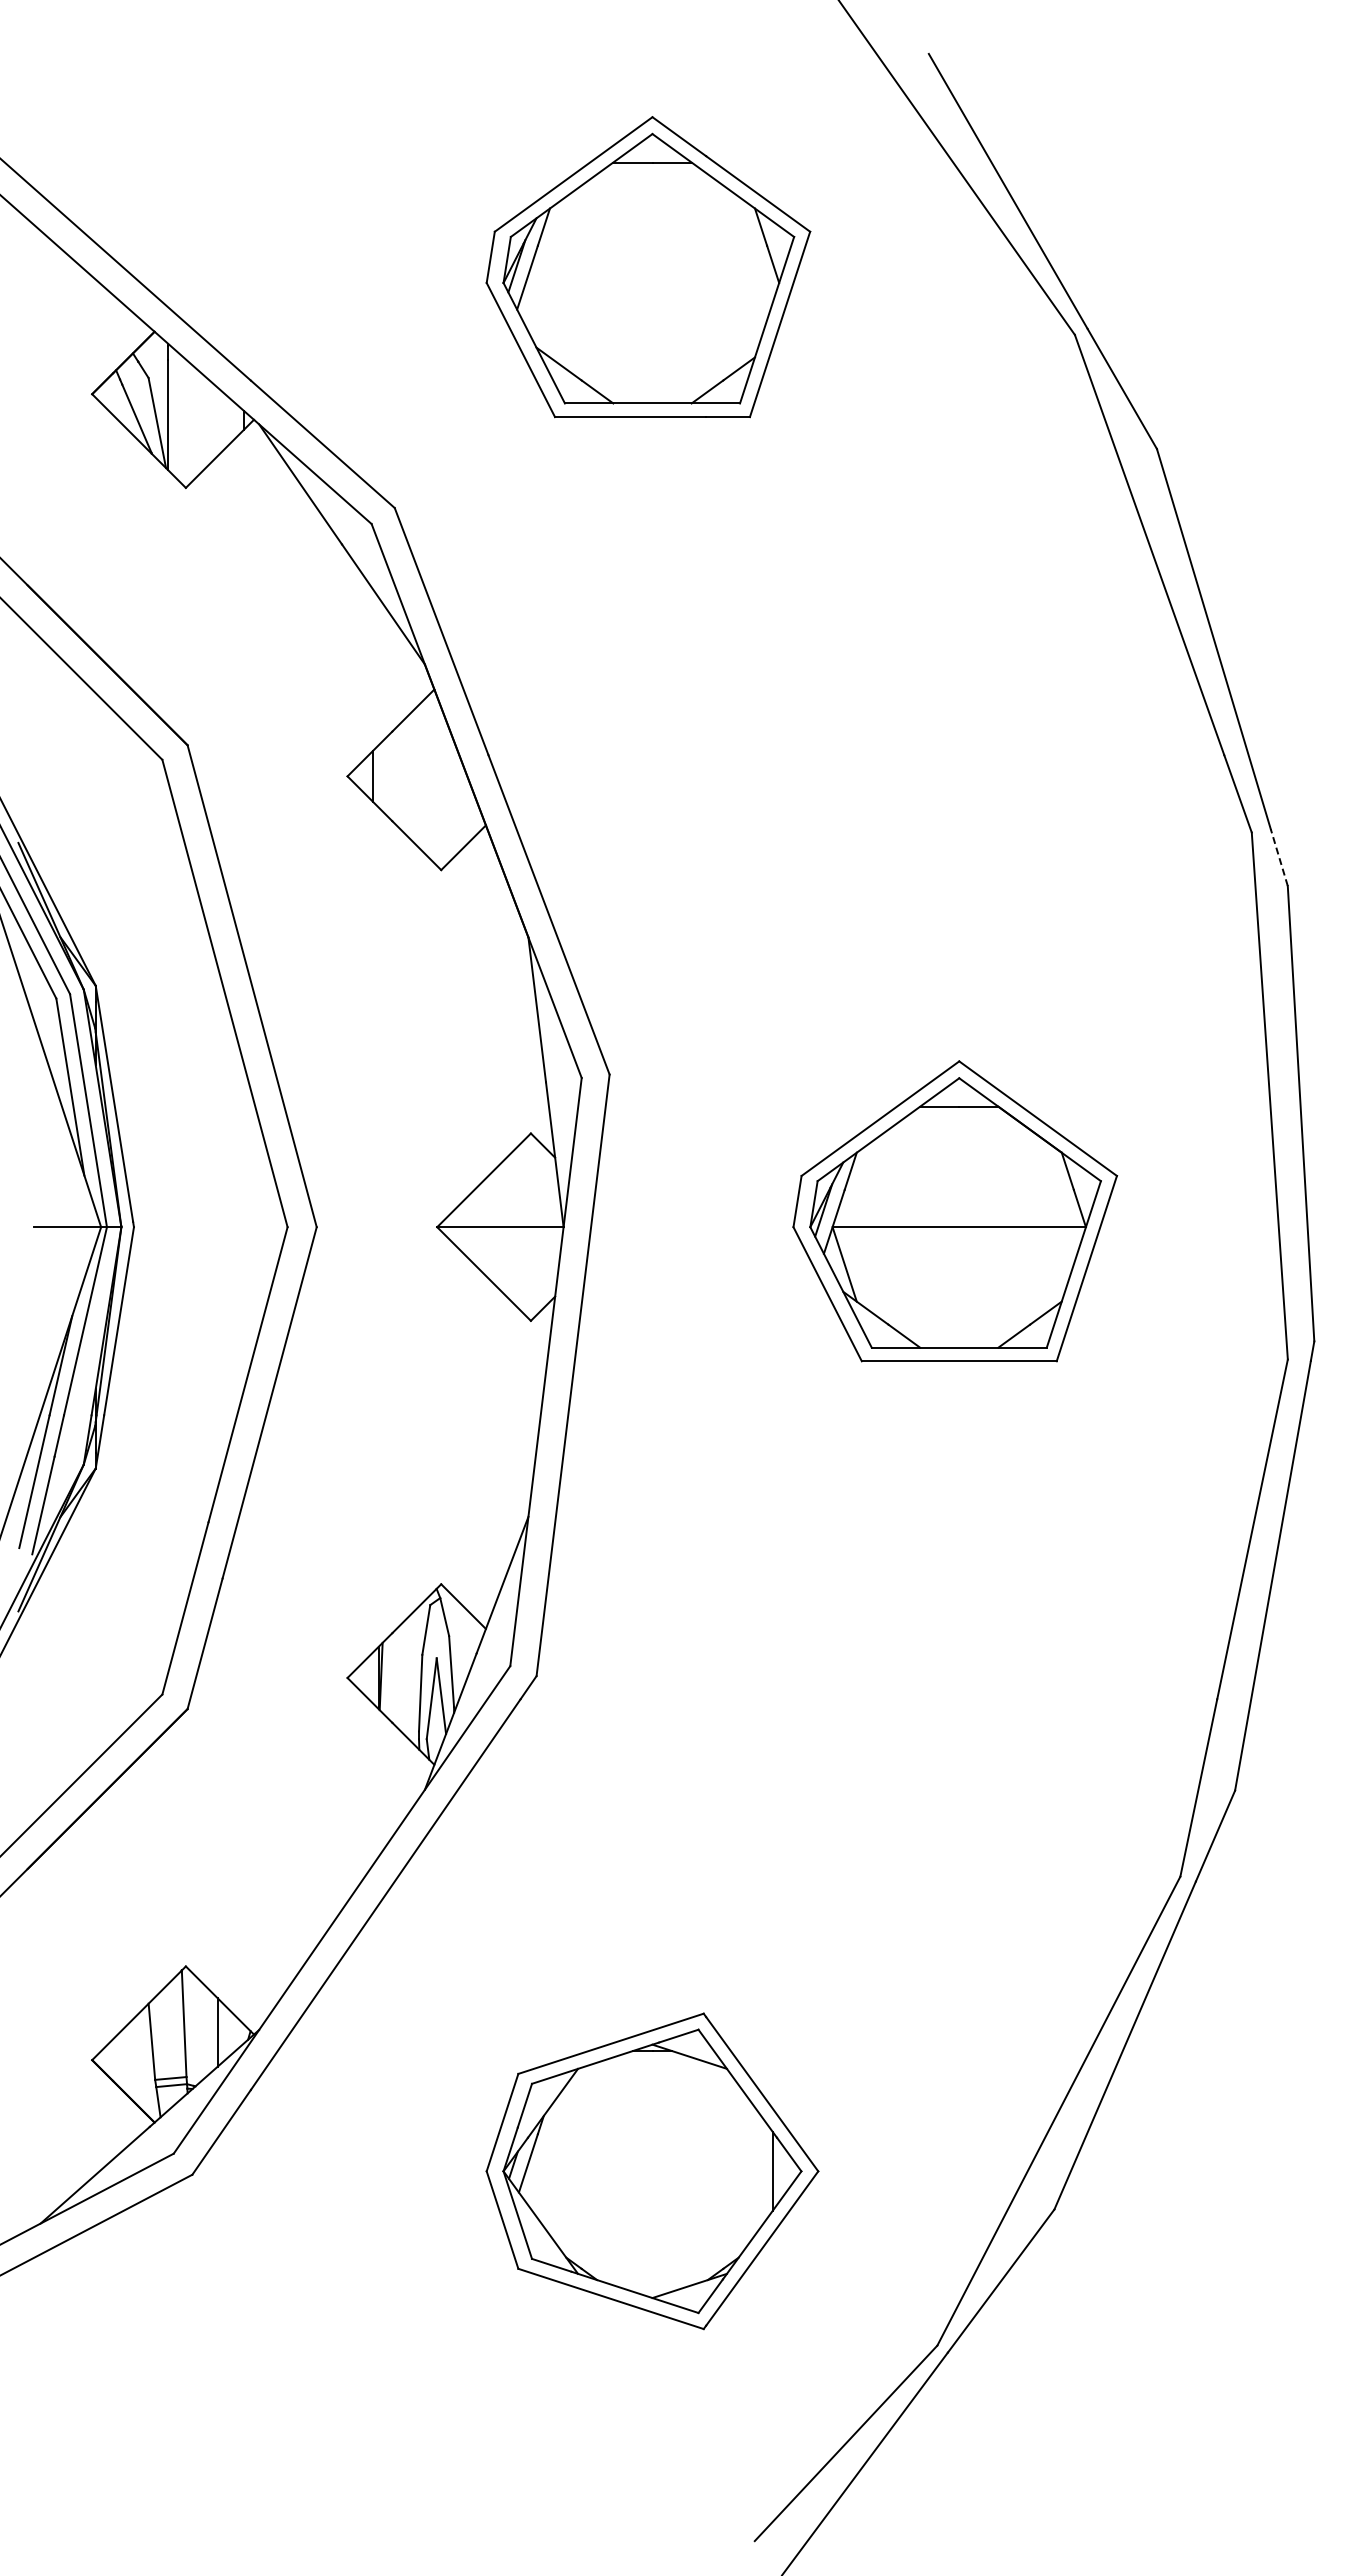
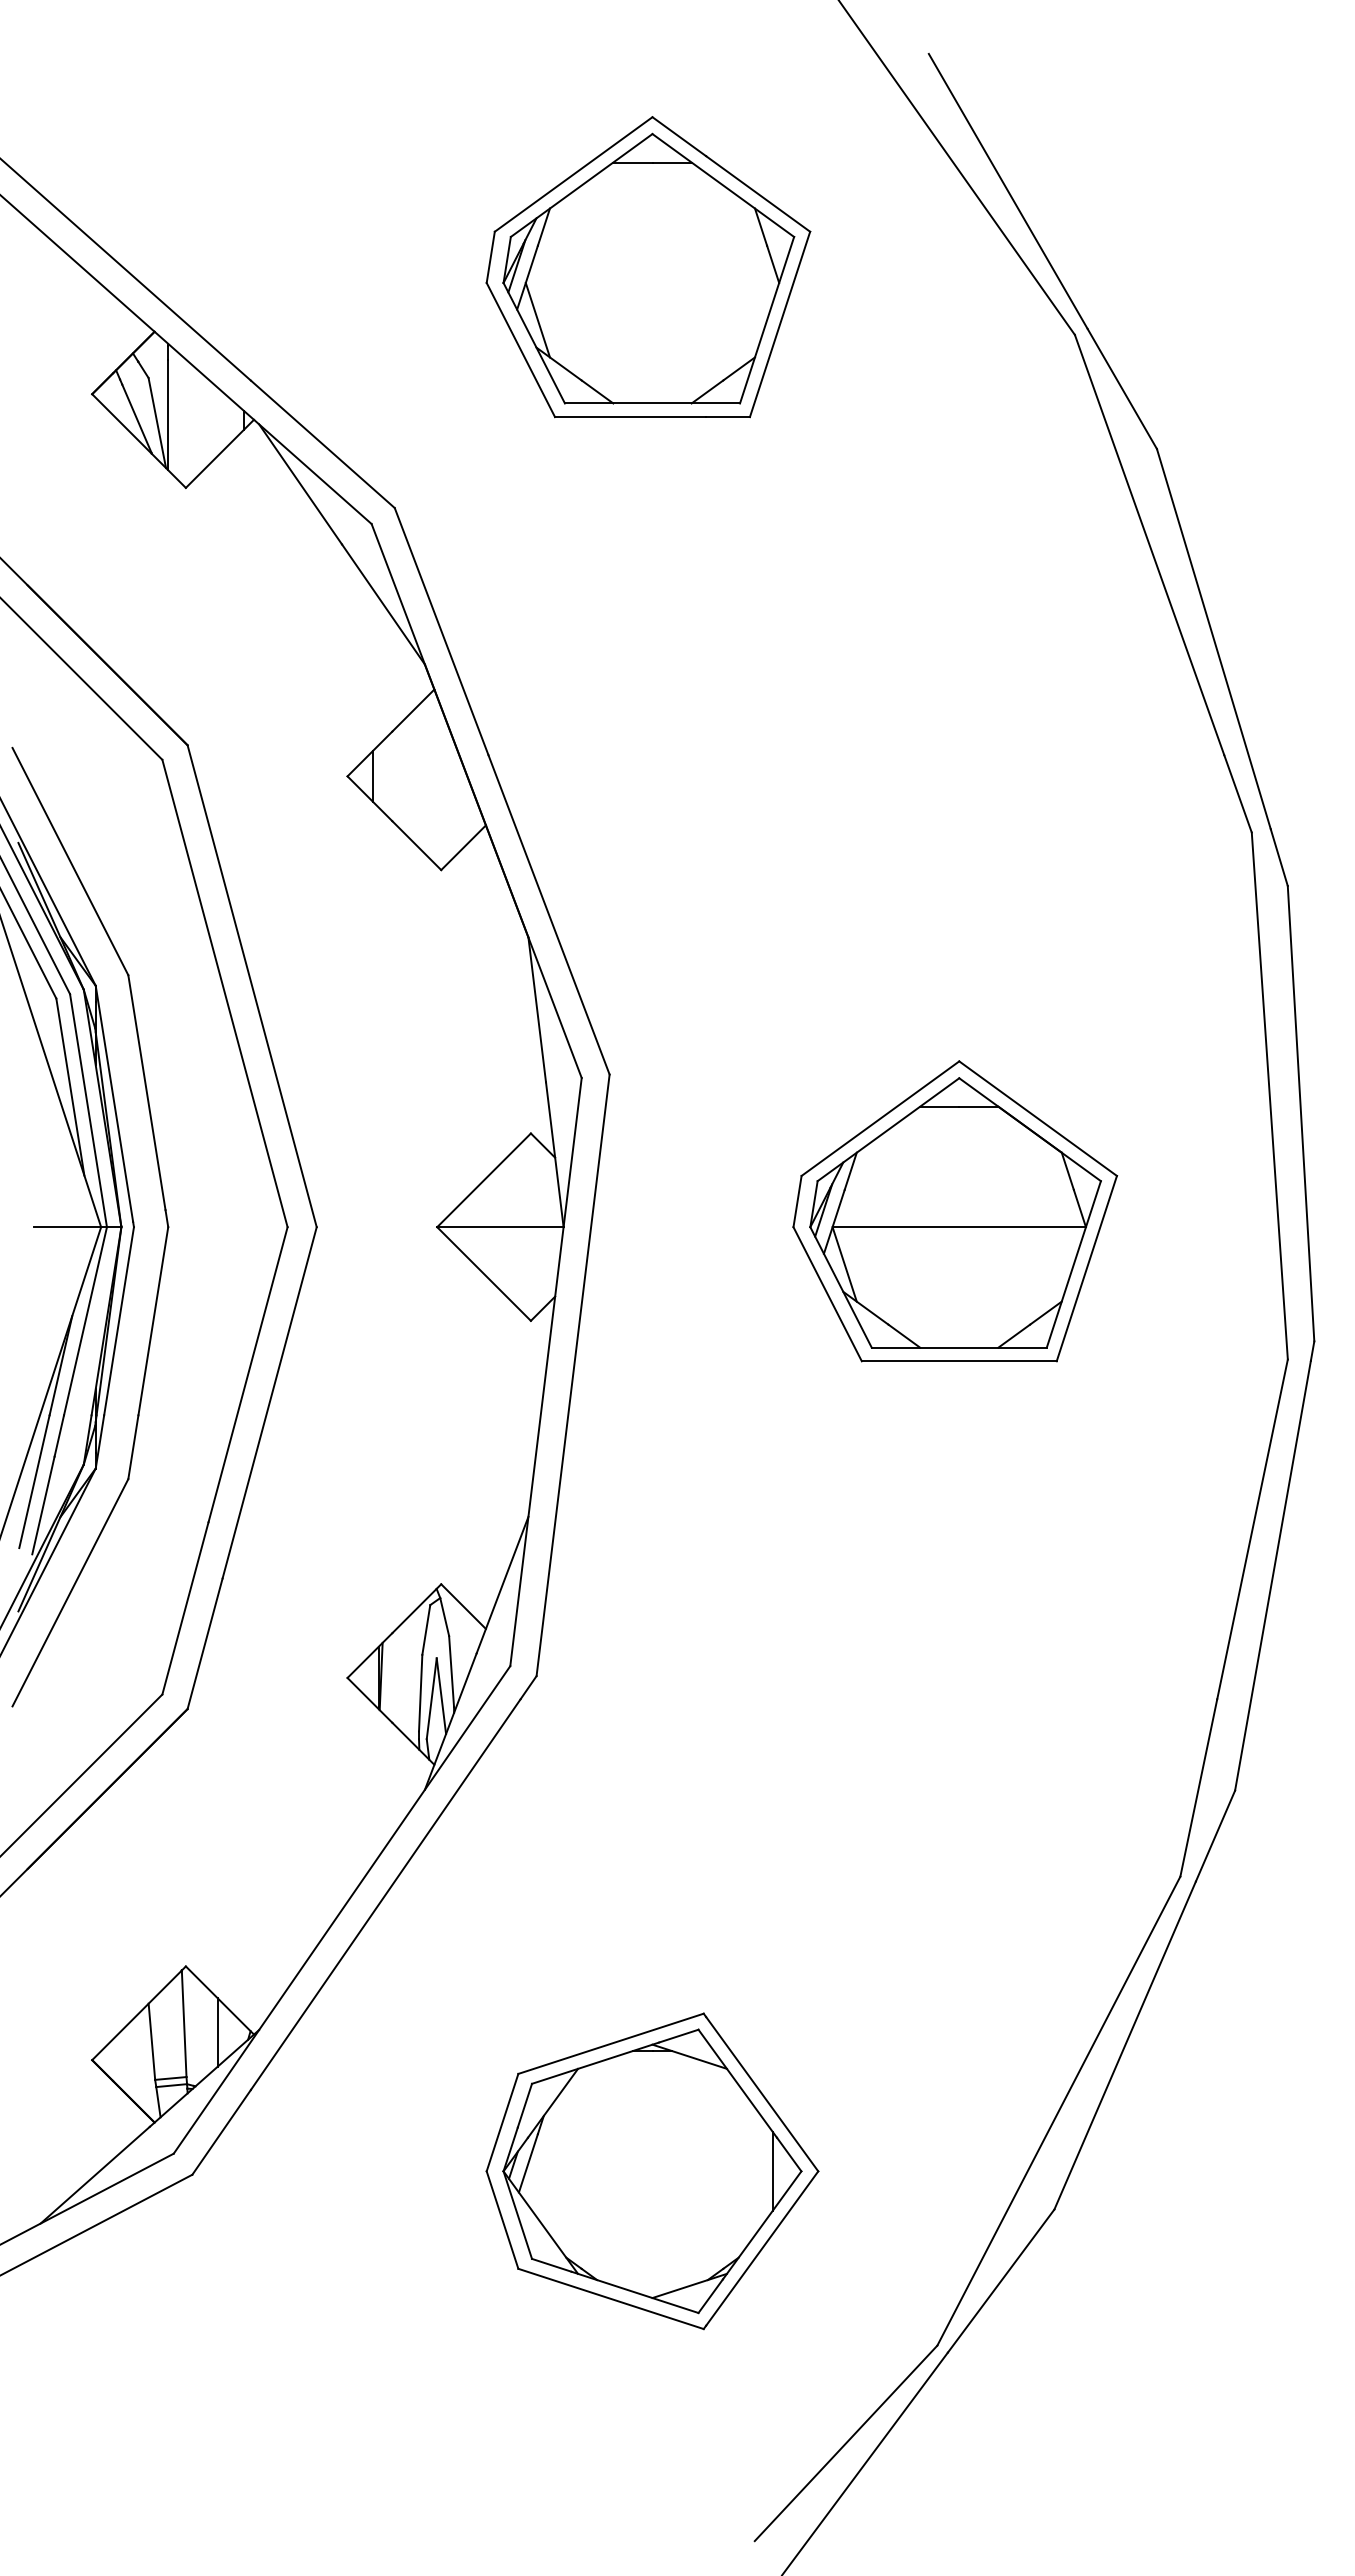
line at (537, 319): none -> present
line at (1279, 857): dashed -> solid
part at (164, 1211): none -> present
